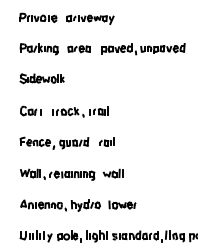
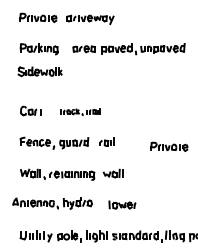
part at (78, 49) position: (78, 49) -> (83, 49)
part at (41, 78) position: (41, 78) -> (39, 71)
part at (80, 111) size: 57x12 px -> 41x8 px
part at (169, 146): none -> present
part at (60, 205) position: (60, 205) -> (52, 203)
